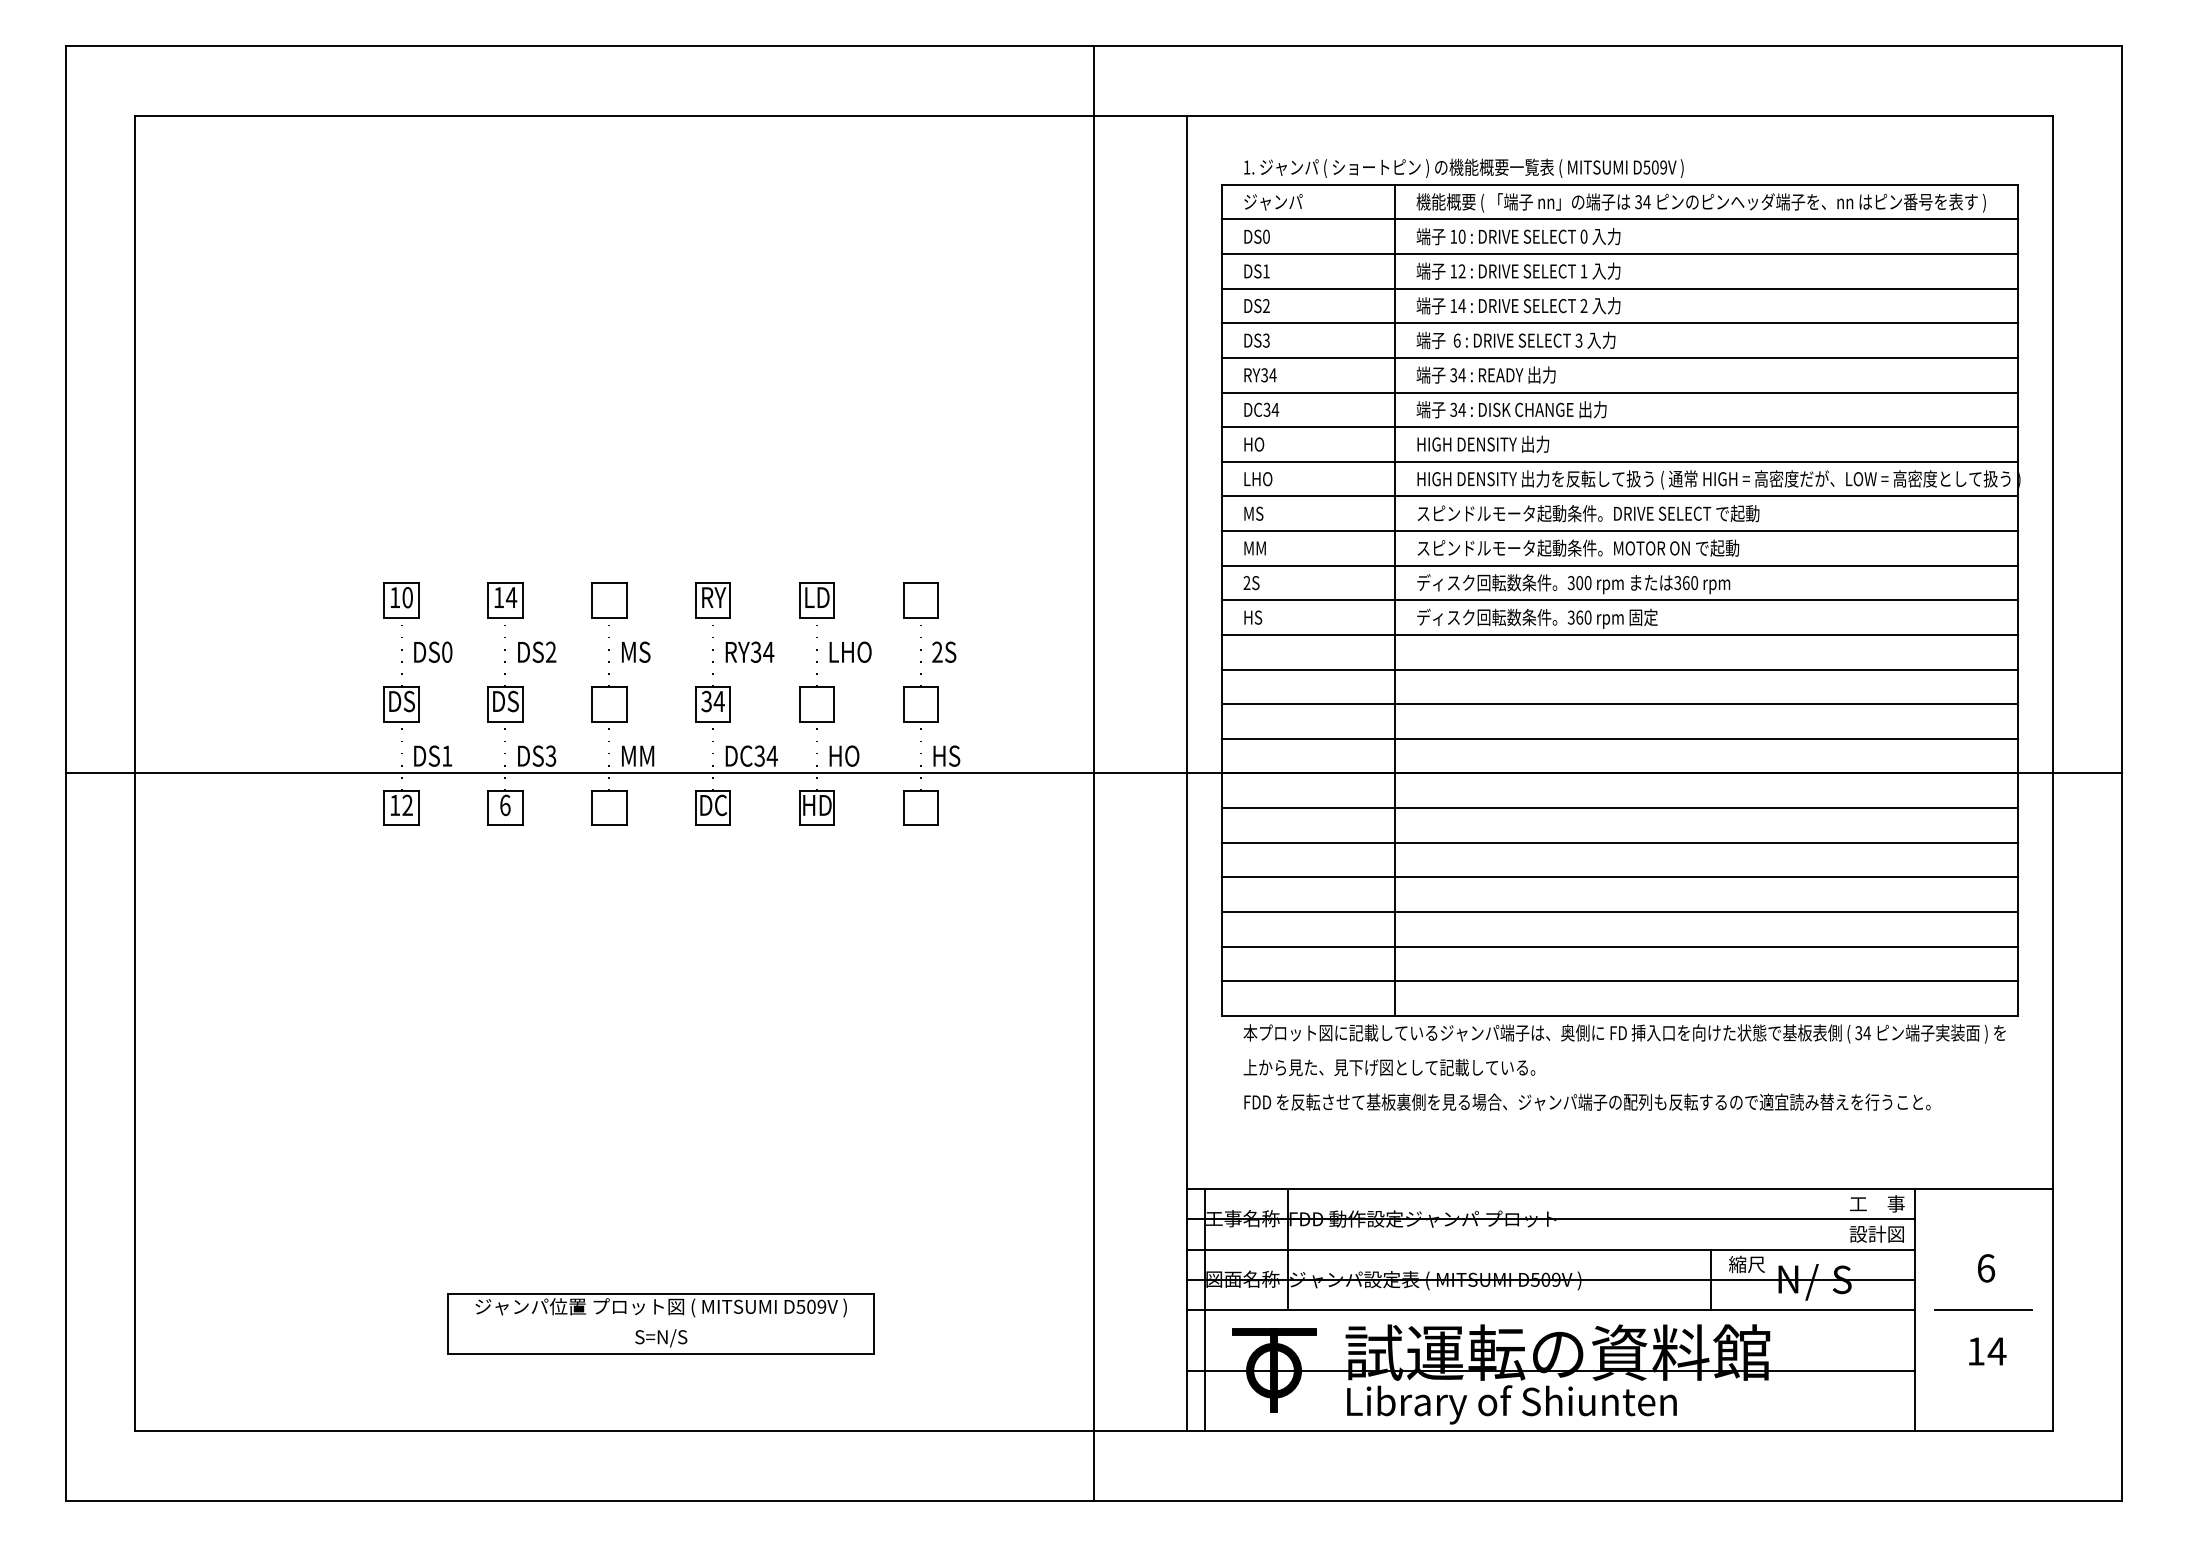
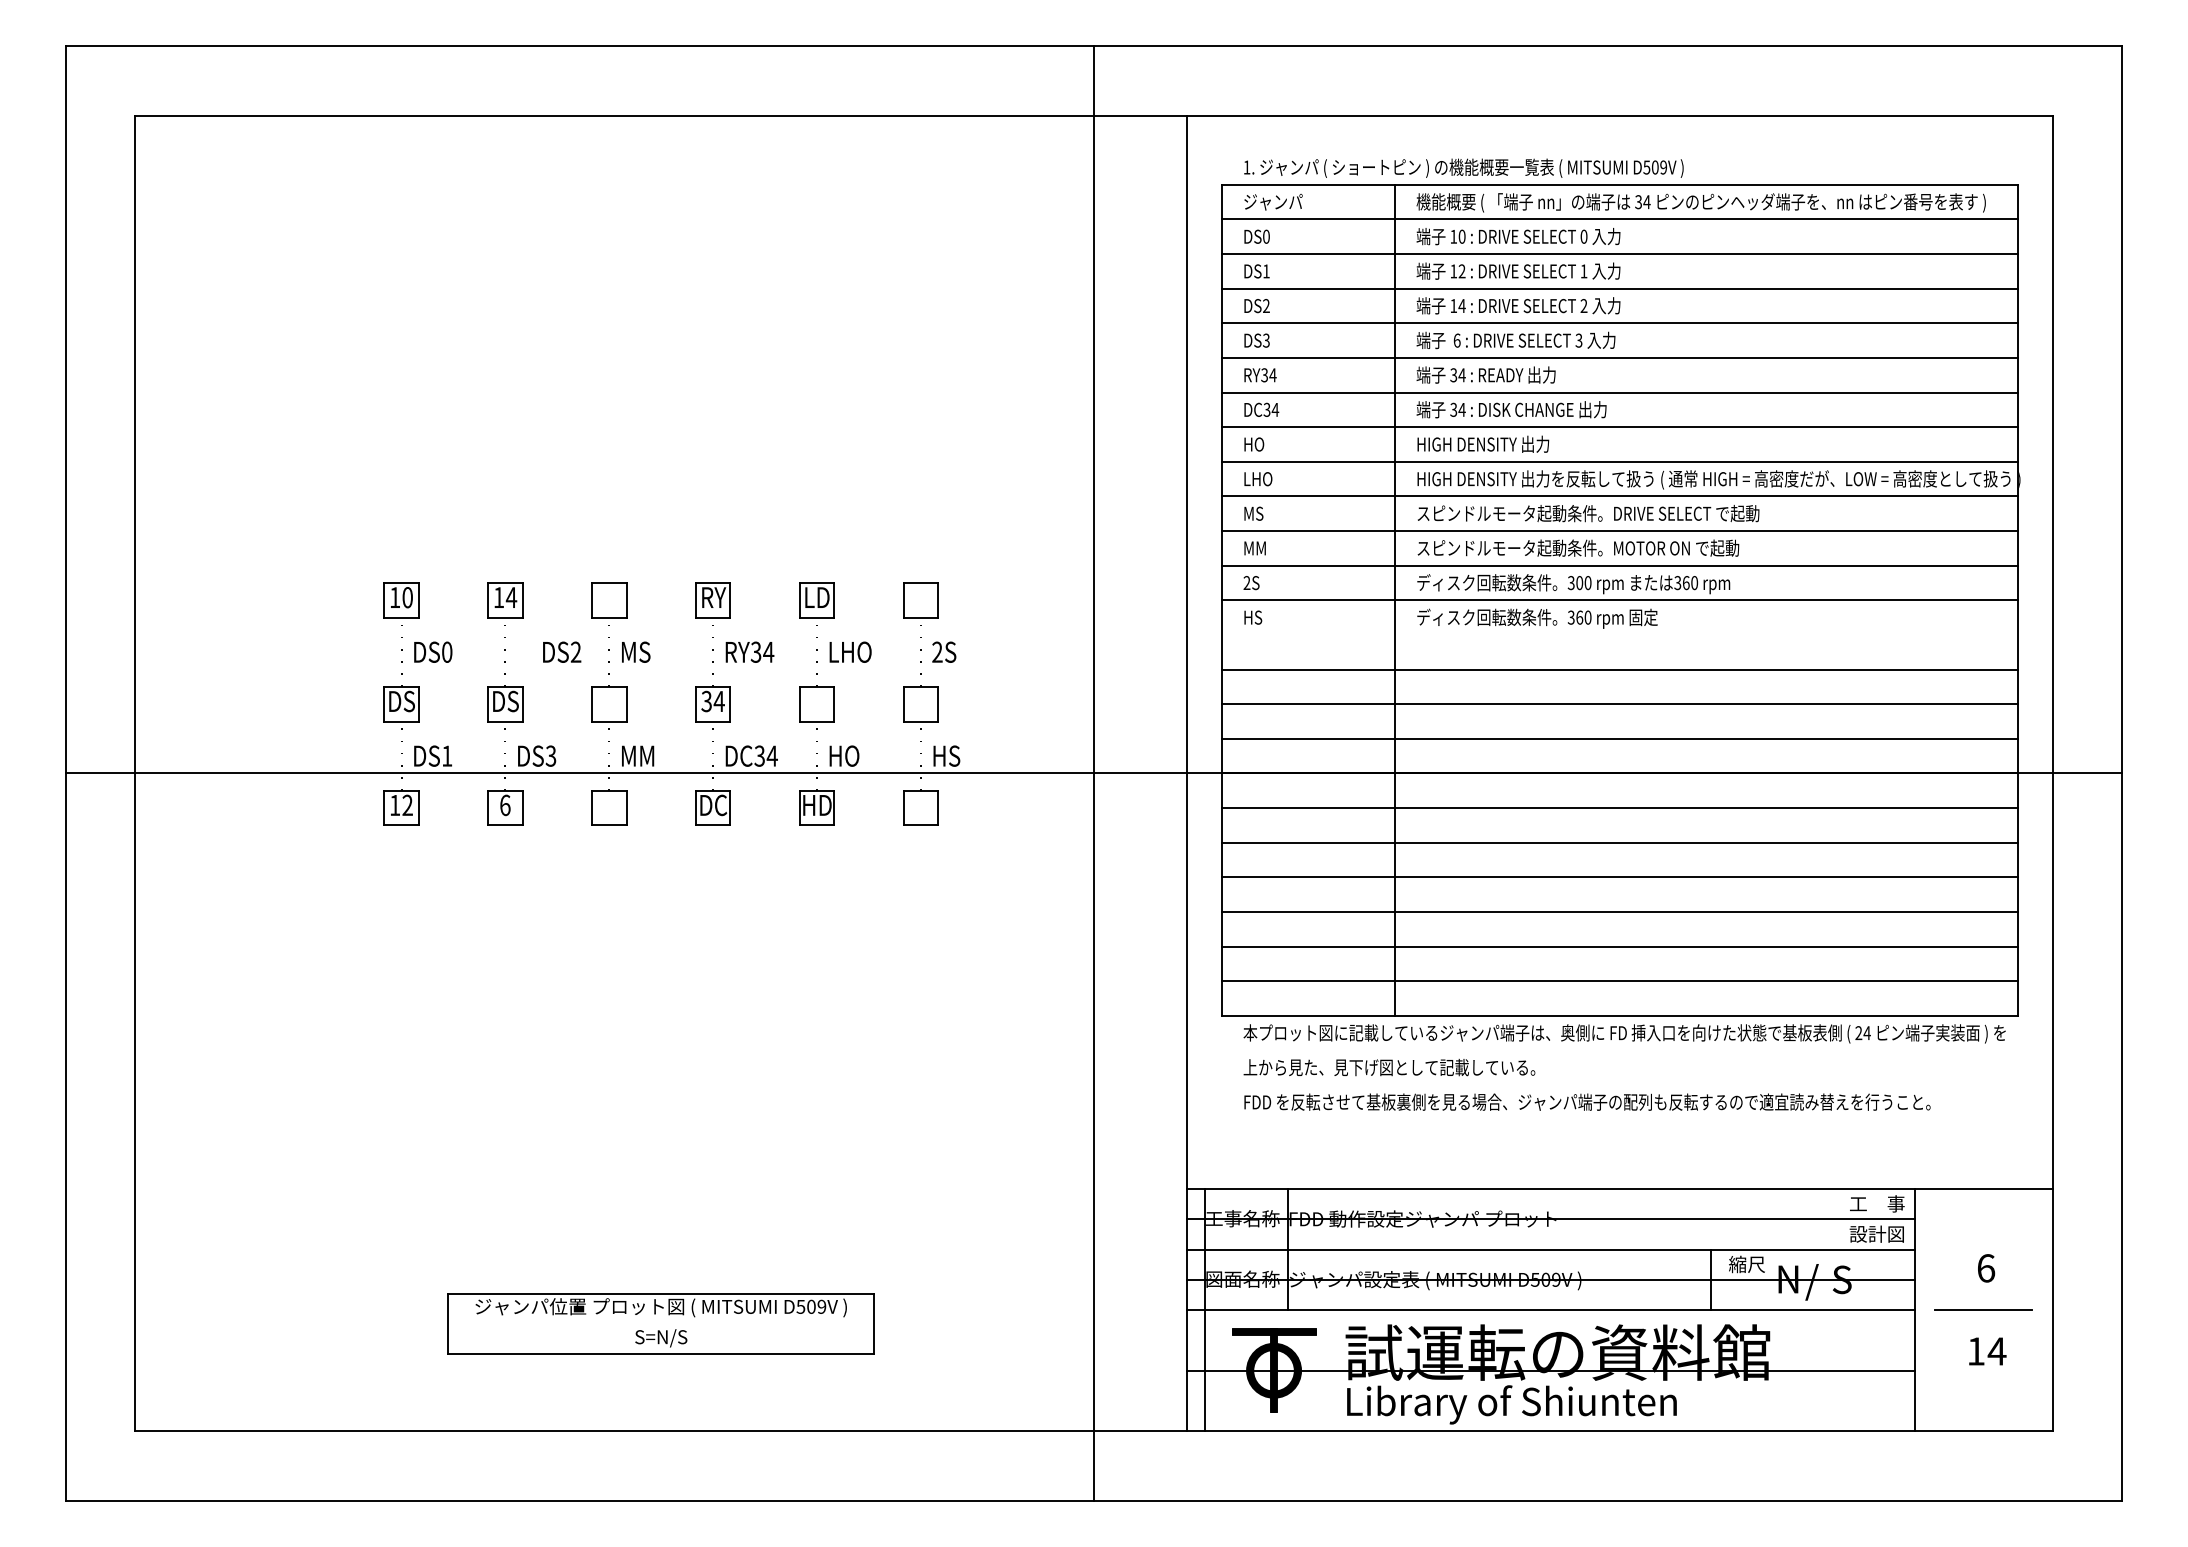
line at (1620, 635): present -> none
text at (537, 651) position: (537, 651) -> (562, 651)
text at (1858, 1033): 34 -> 24
